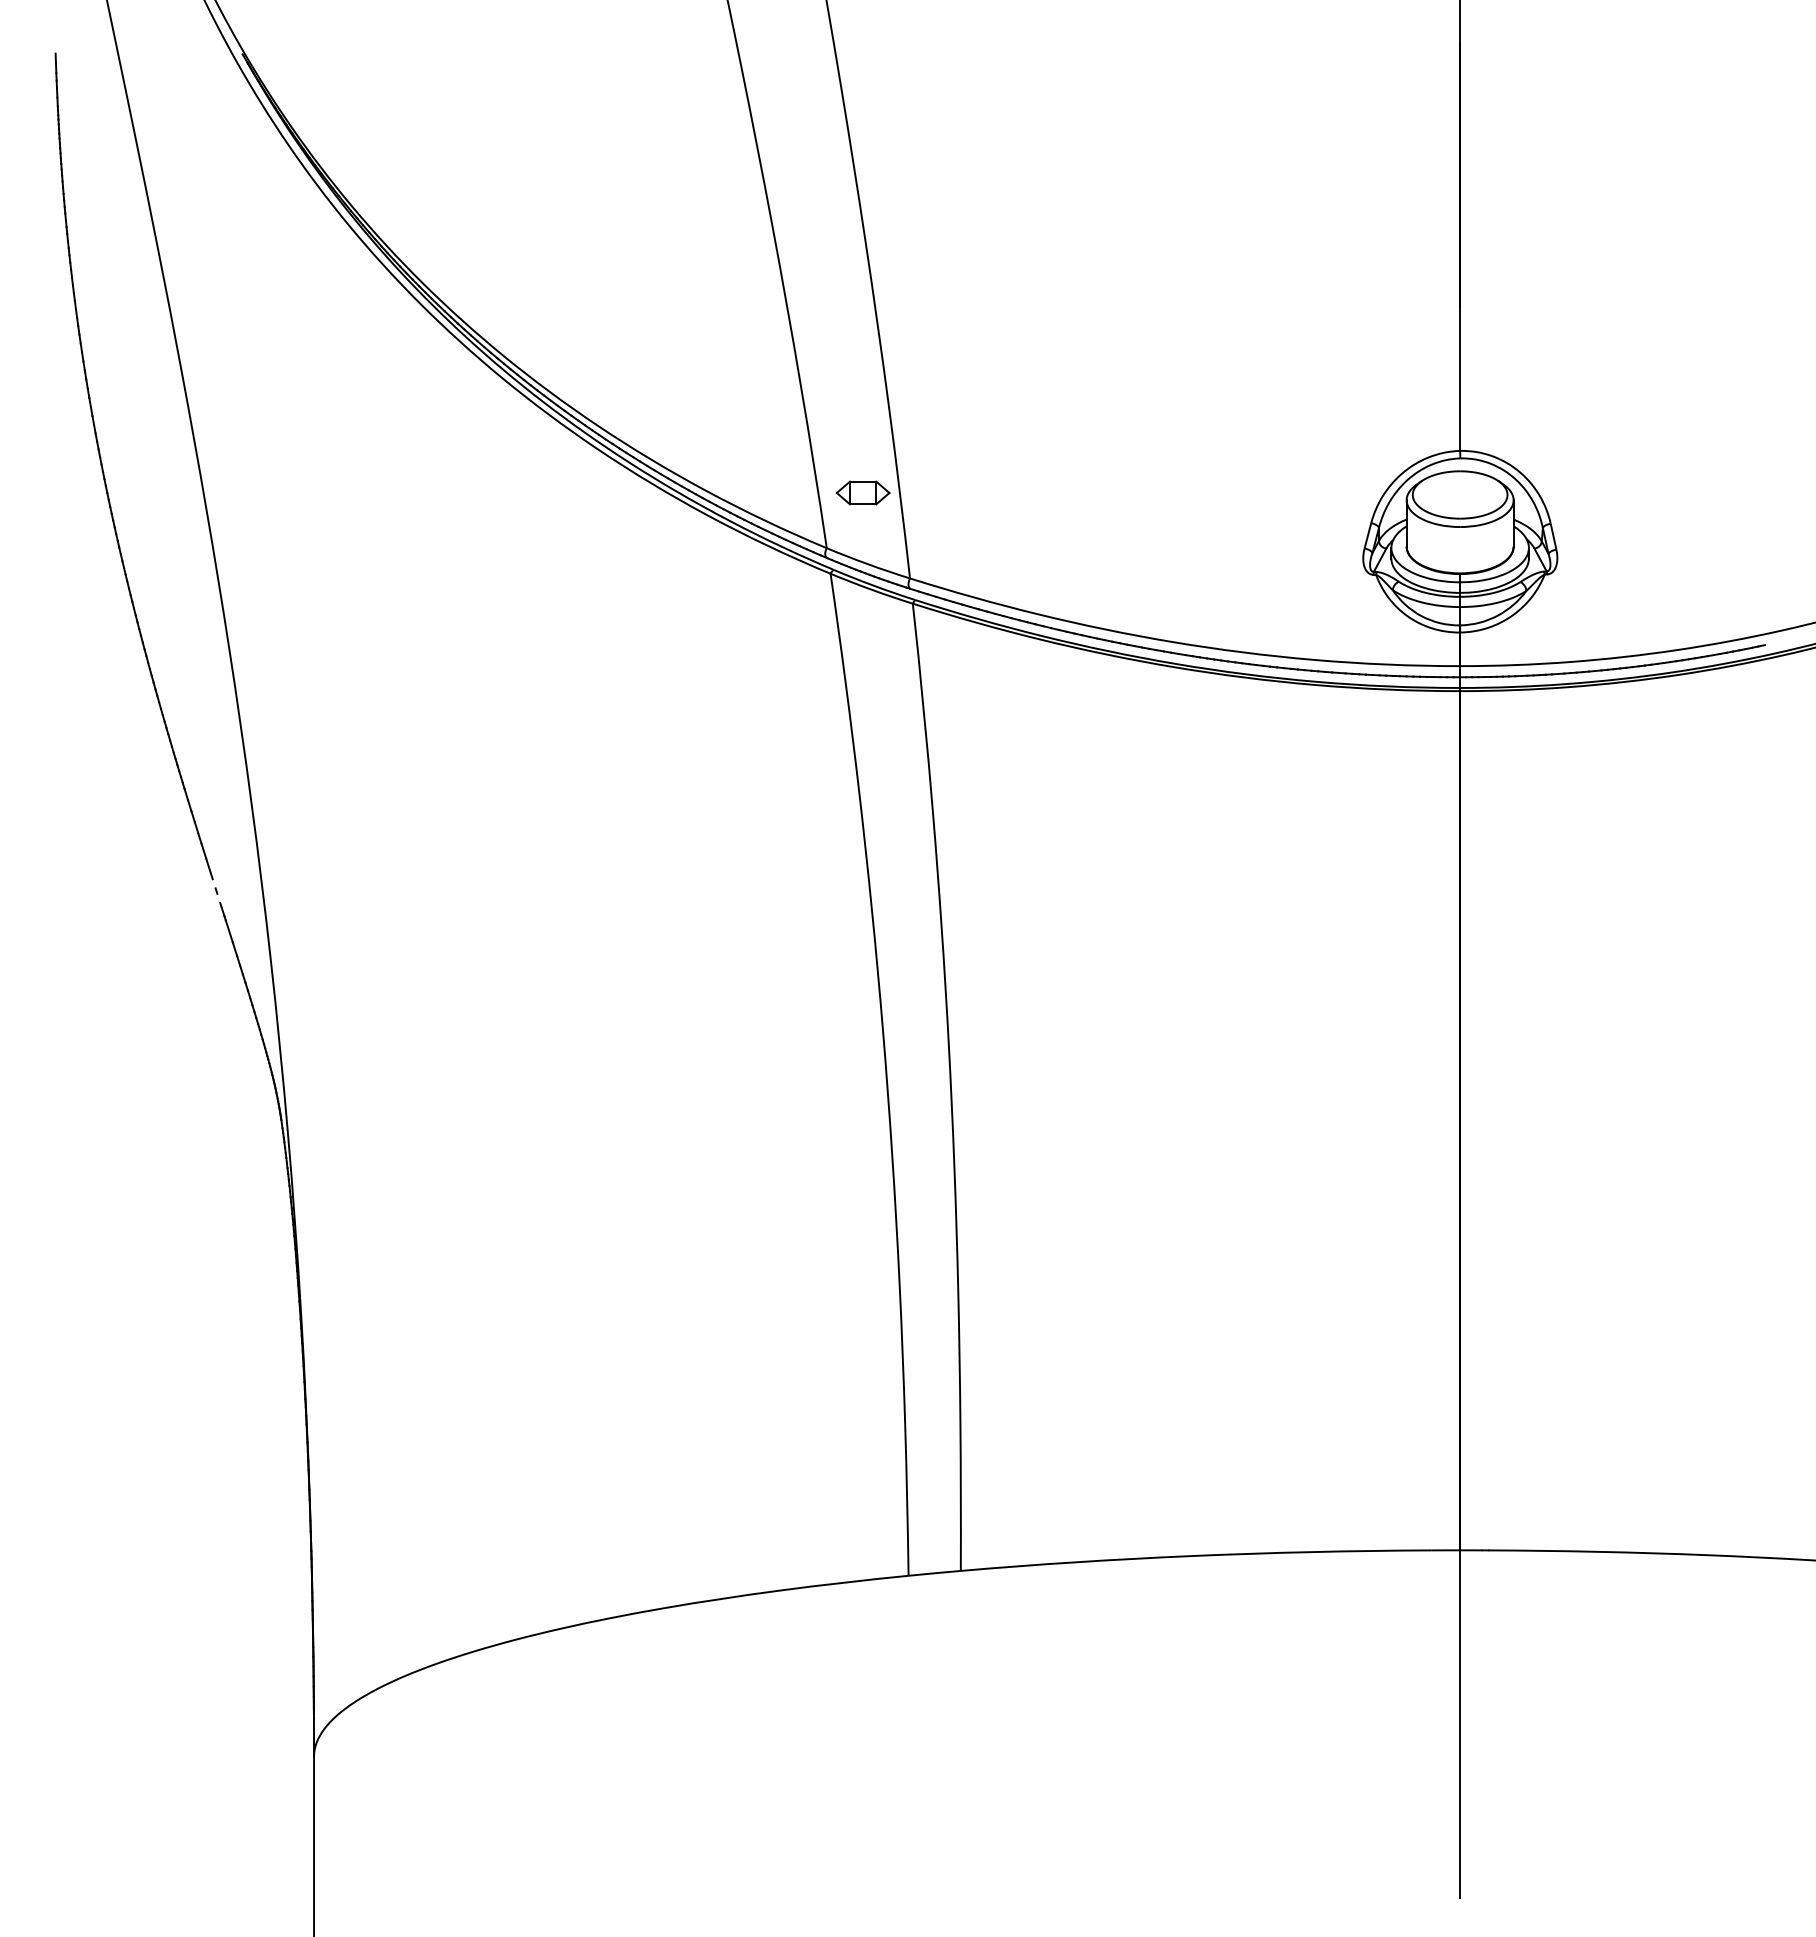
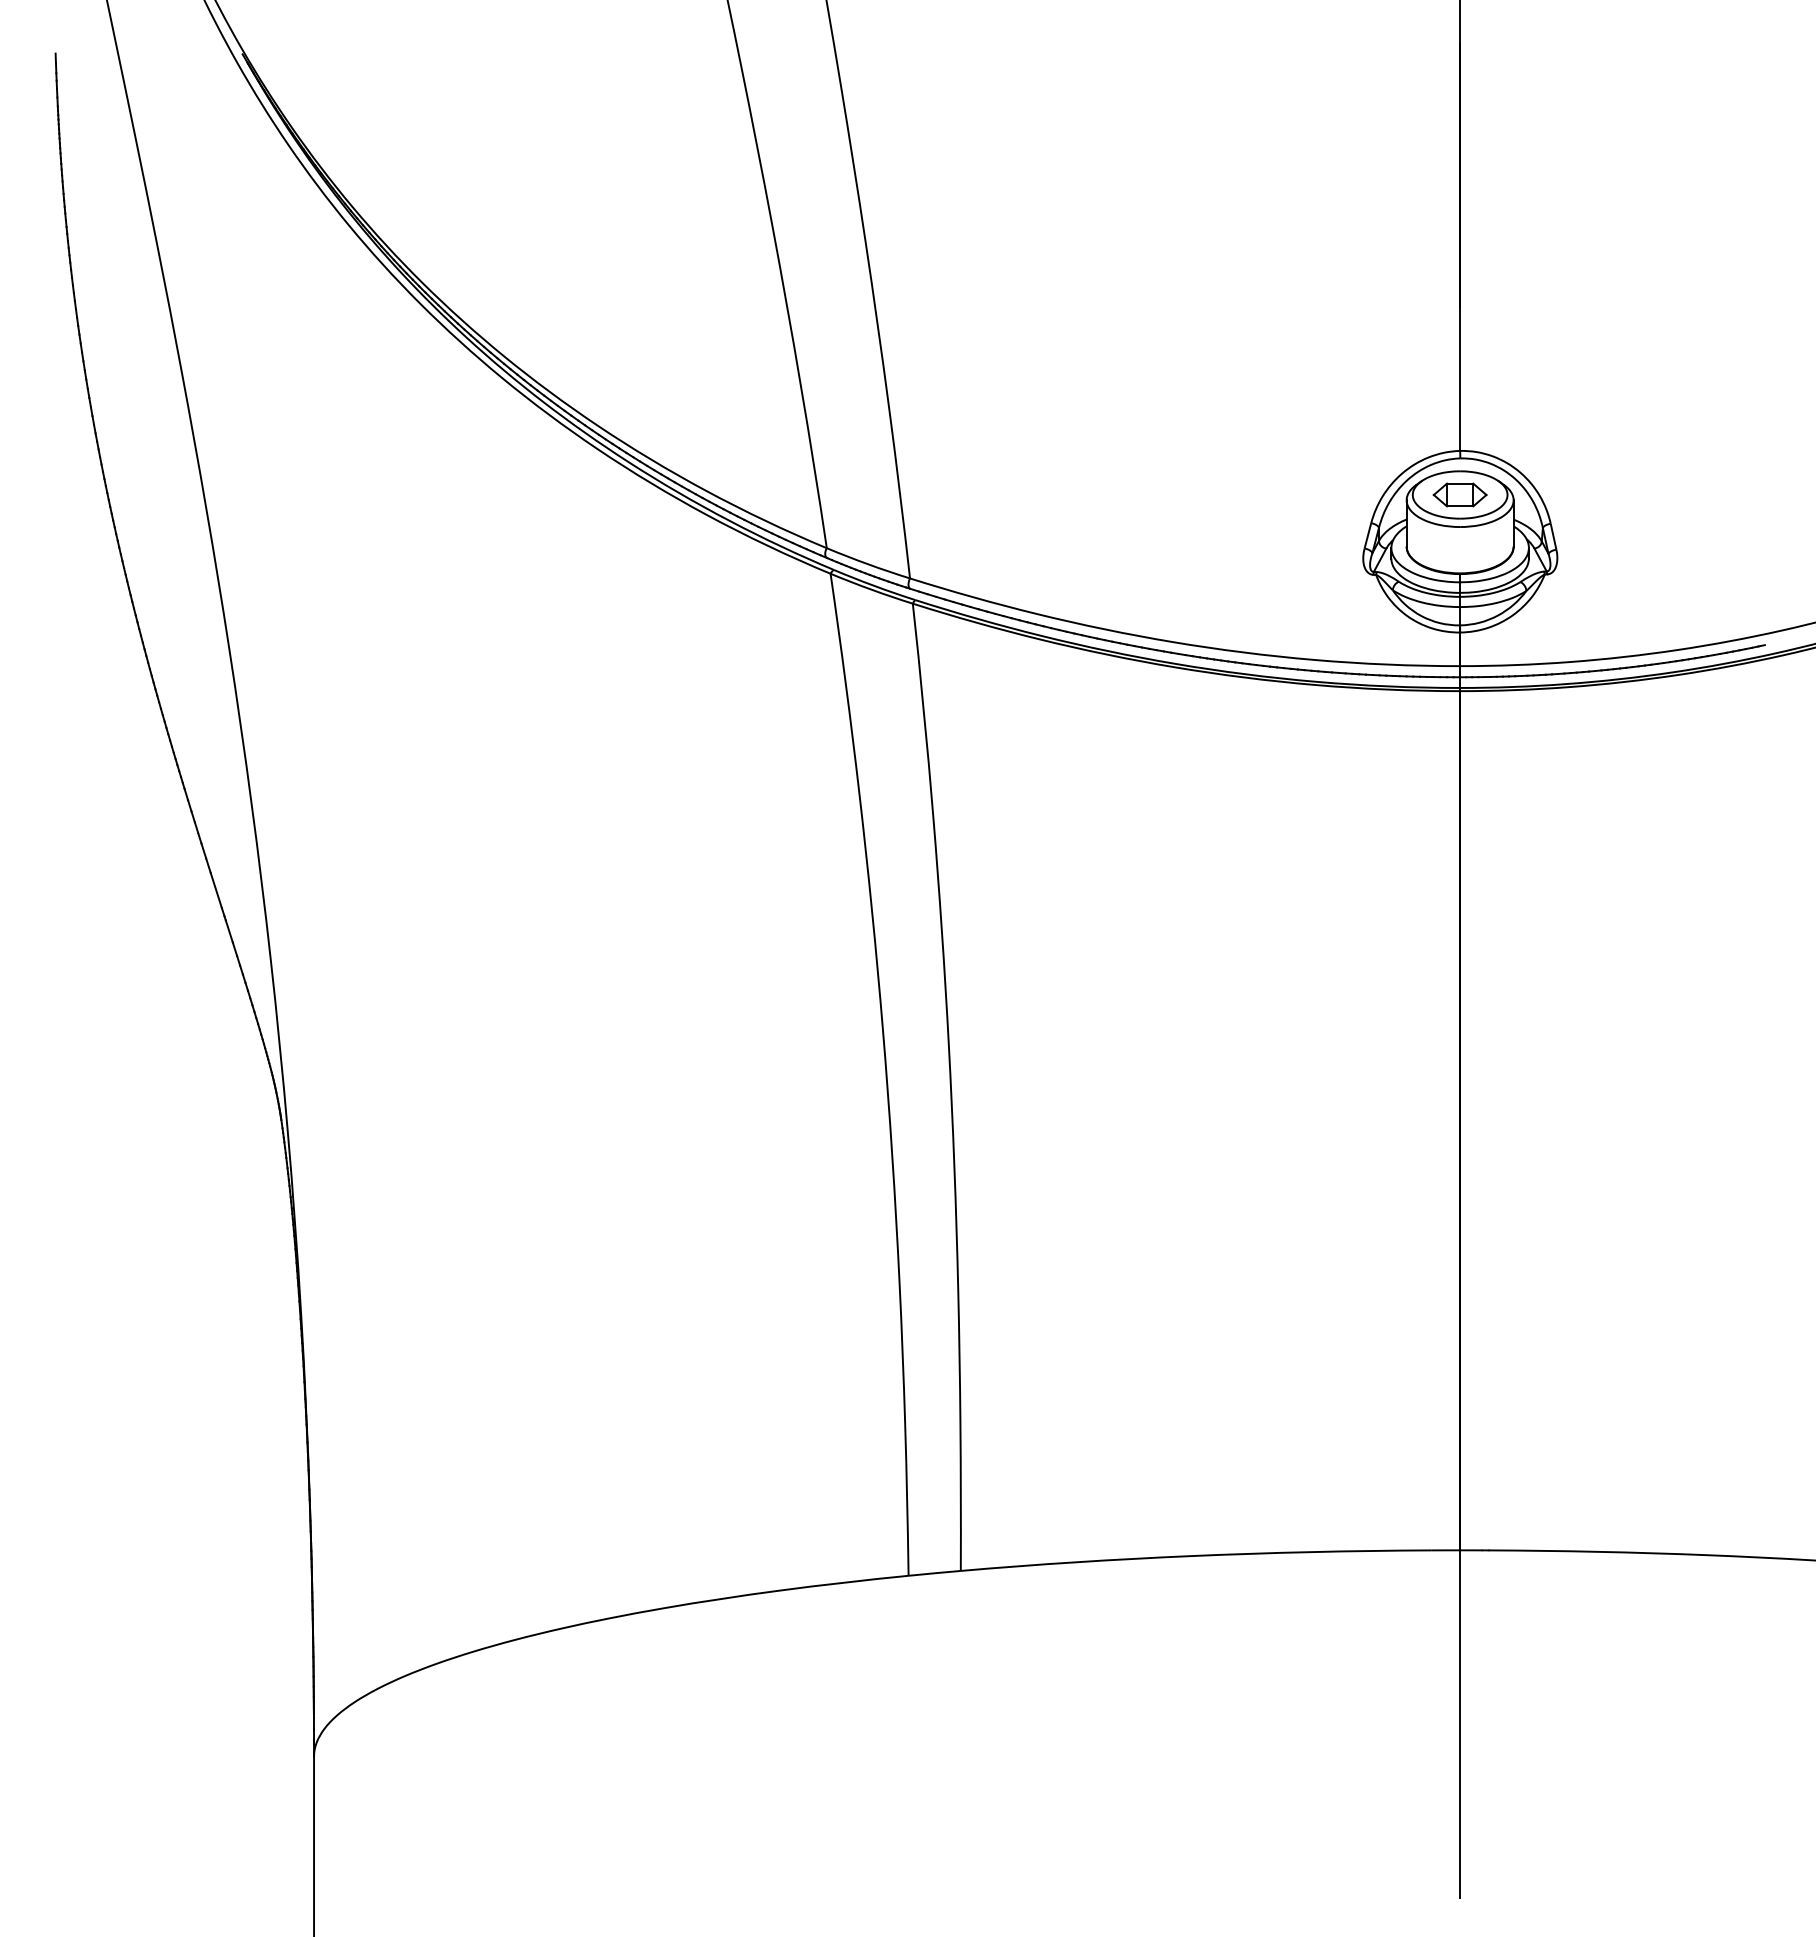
part at (862, 492) position: (862, 492) -> (1459, 494)
line at (216, 891): dashed -> solid
